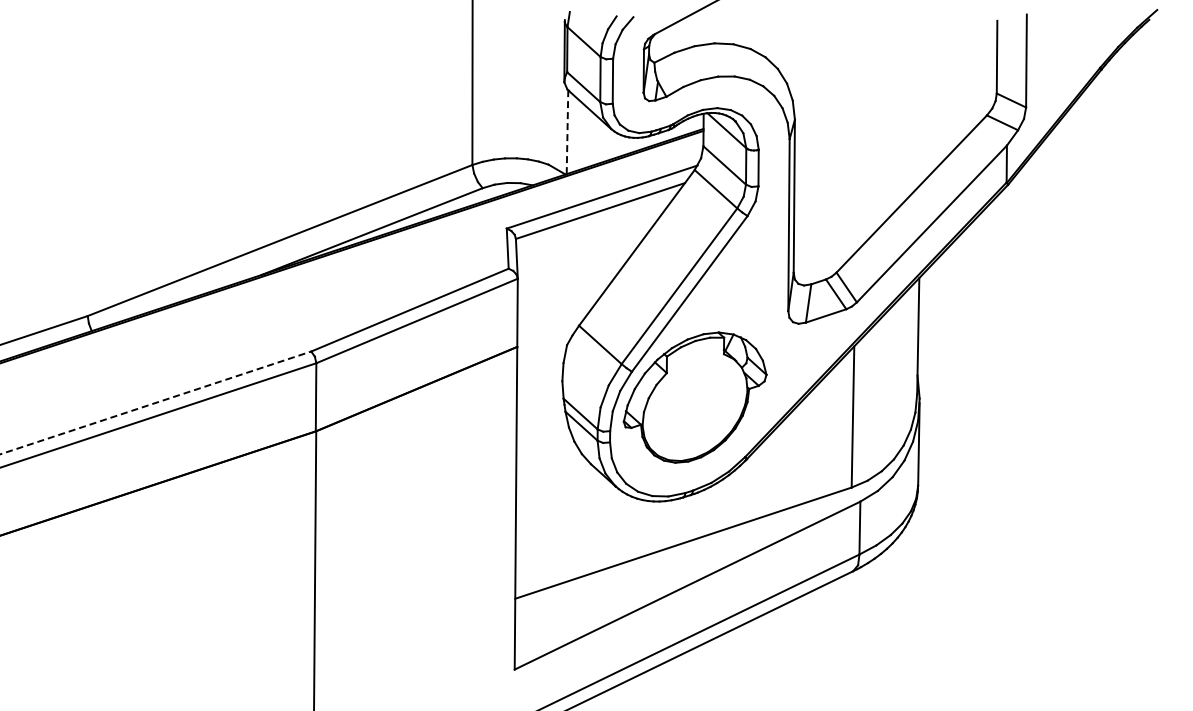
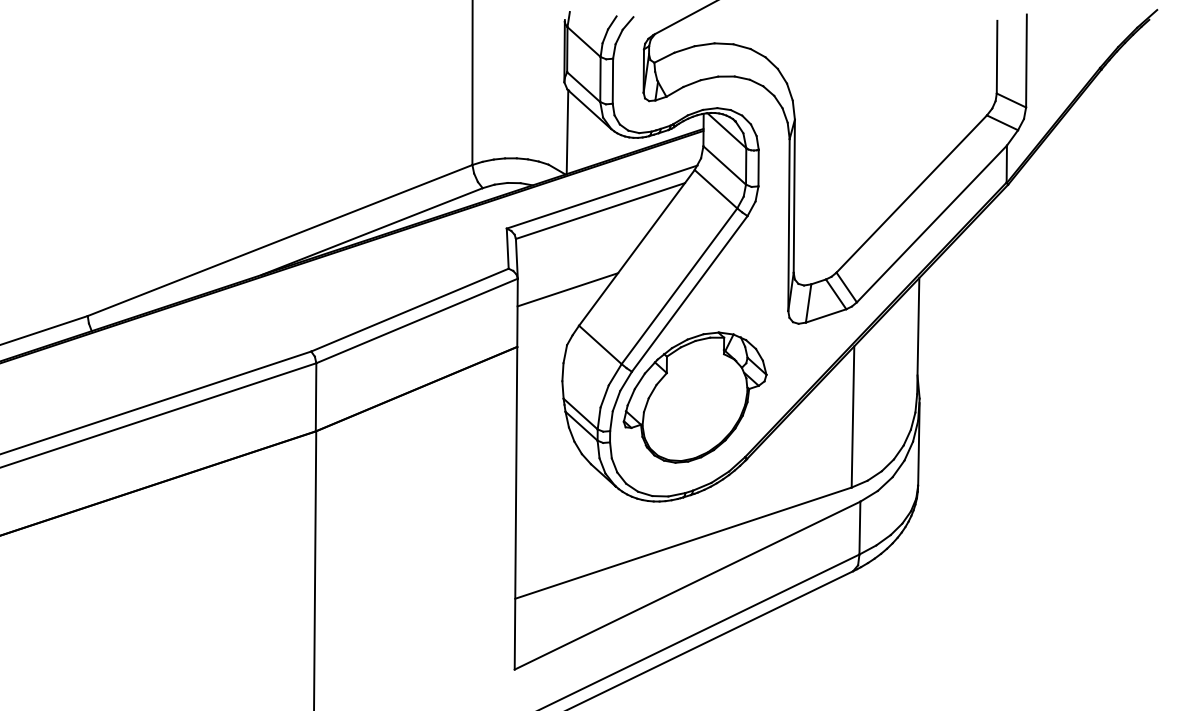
line at (567, 132): dashed -> solid
line at (567, 289): none -> present
line at (155, 402): dashed -> solid
